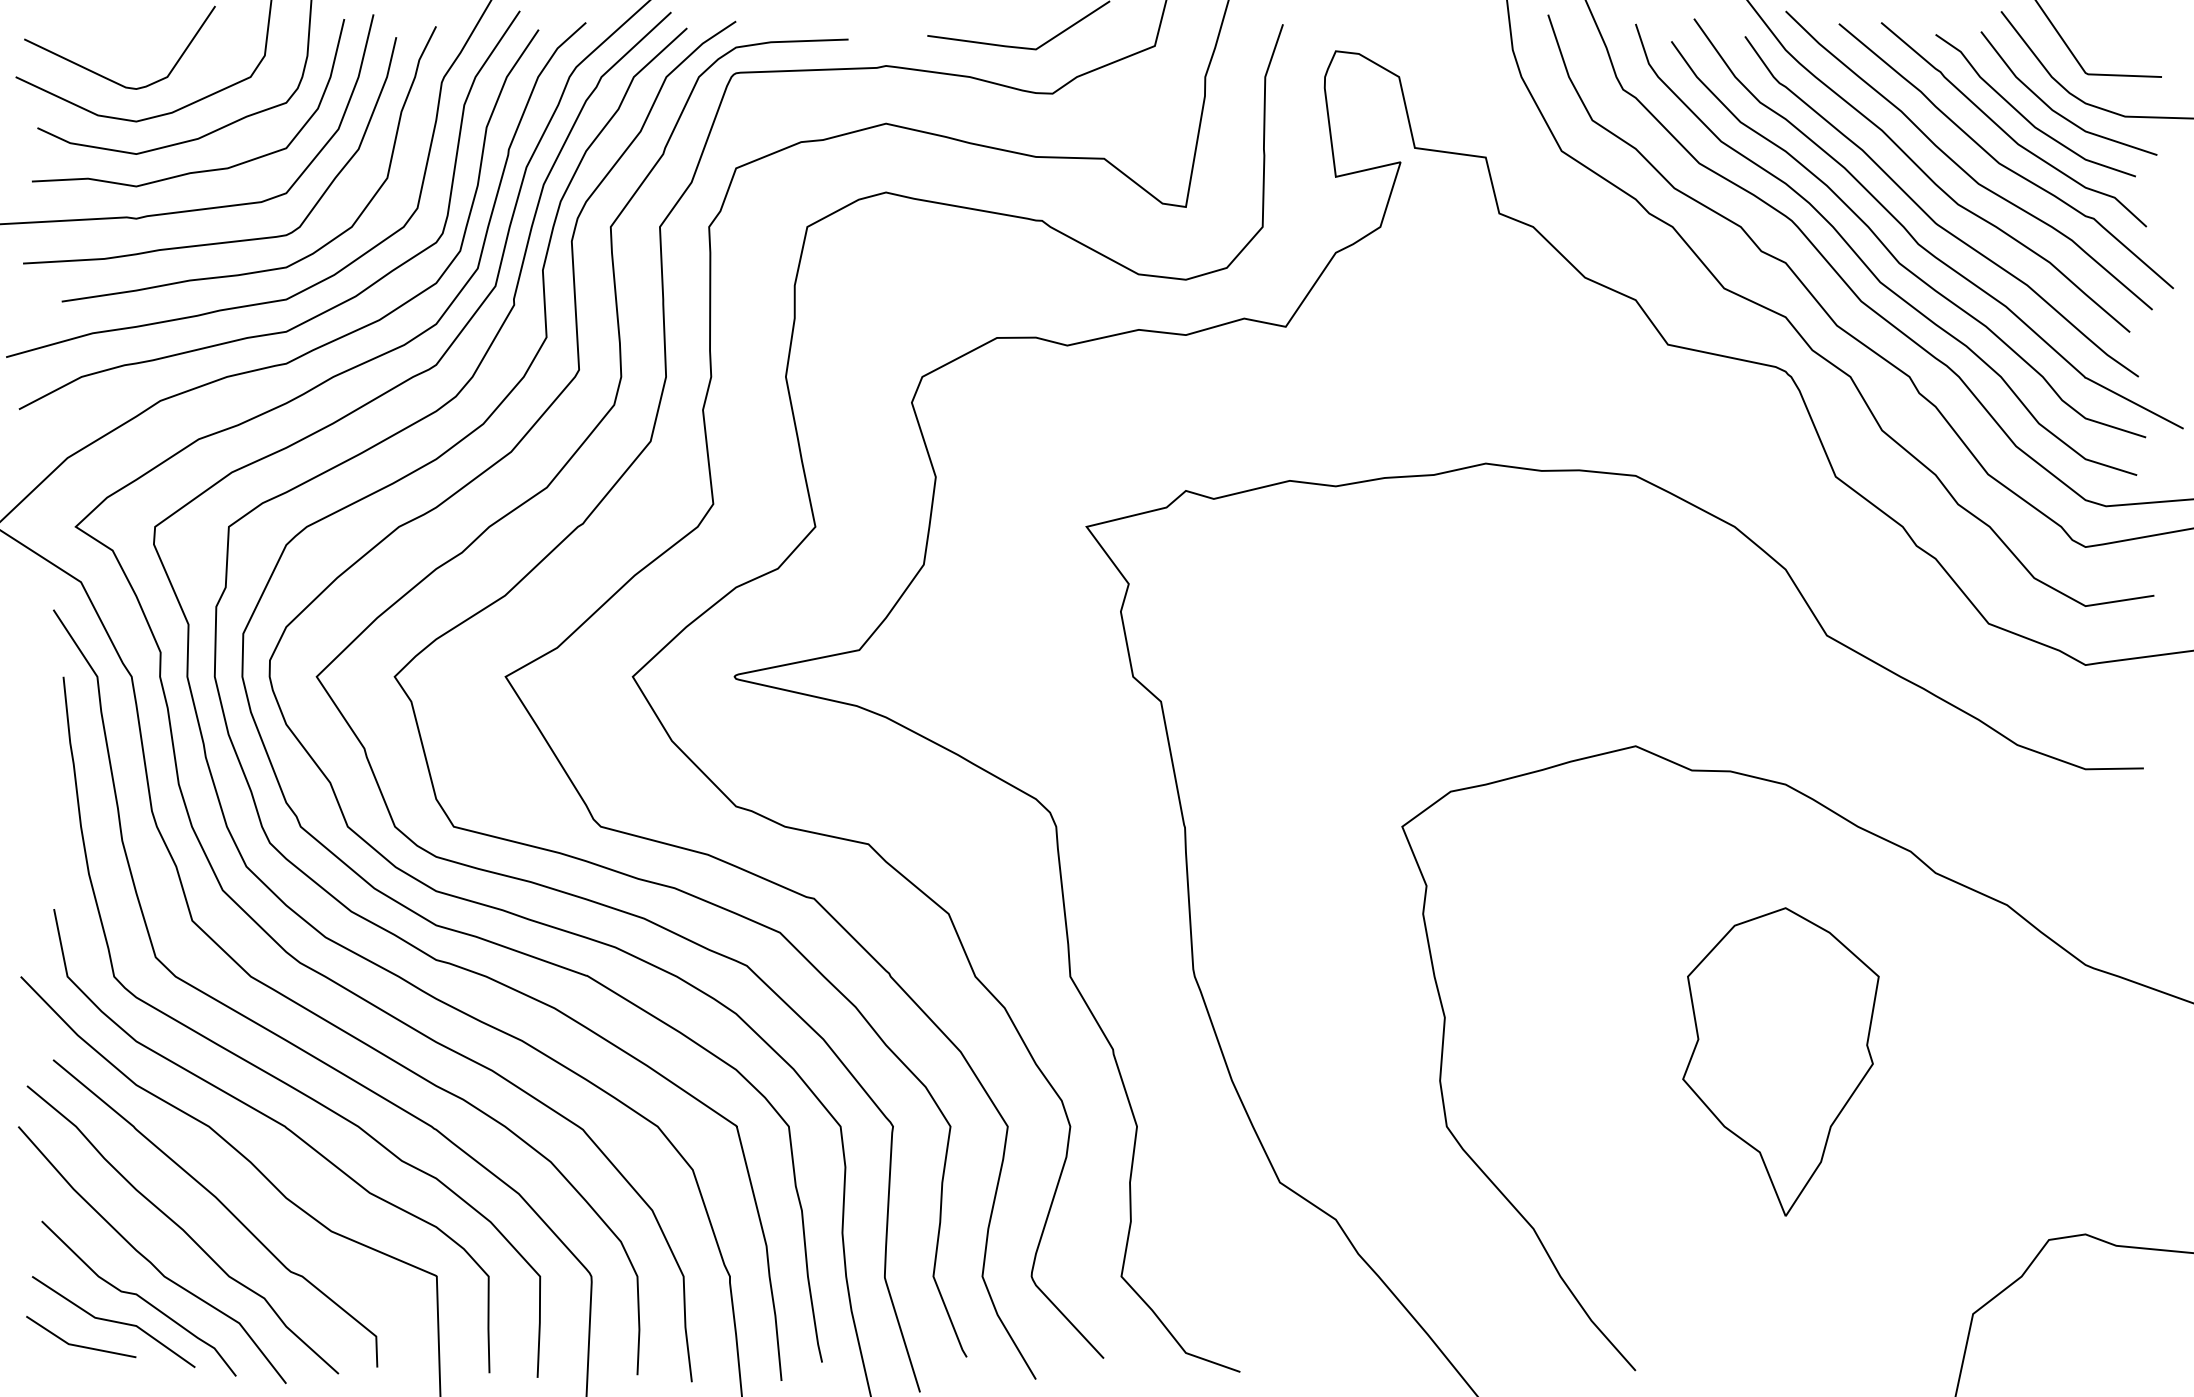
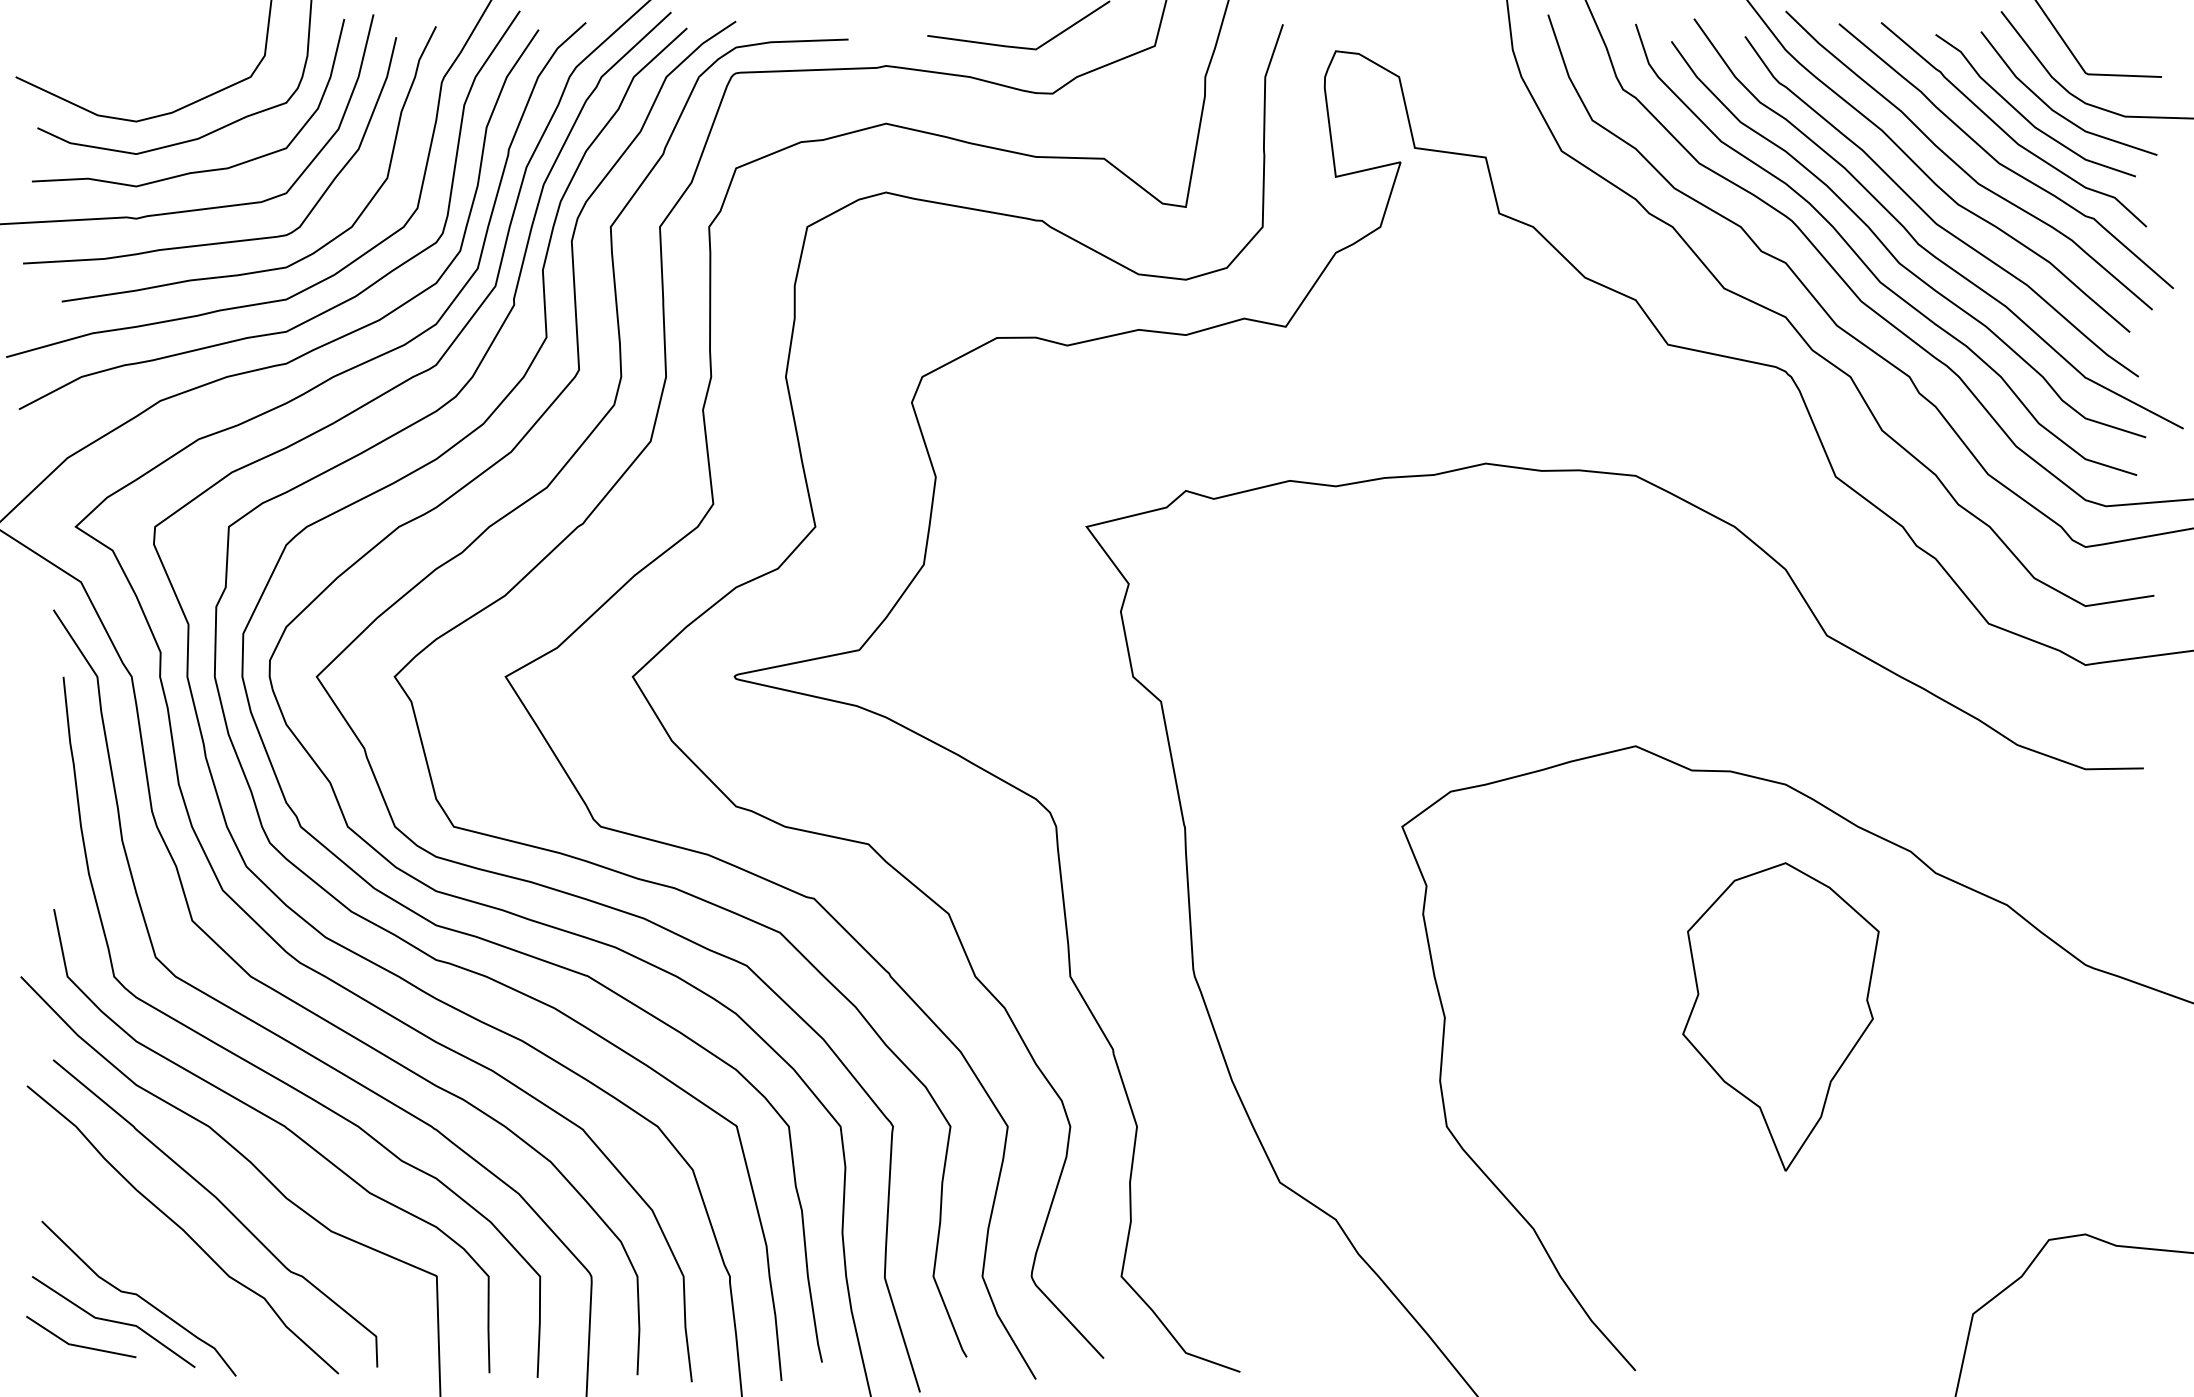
curve at (105, 76): present -> none
part at (1780, 1061) position: (1780, 1061) -> (1780, 1016)
curve at (148, 1259): present -> none
